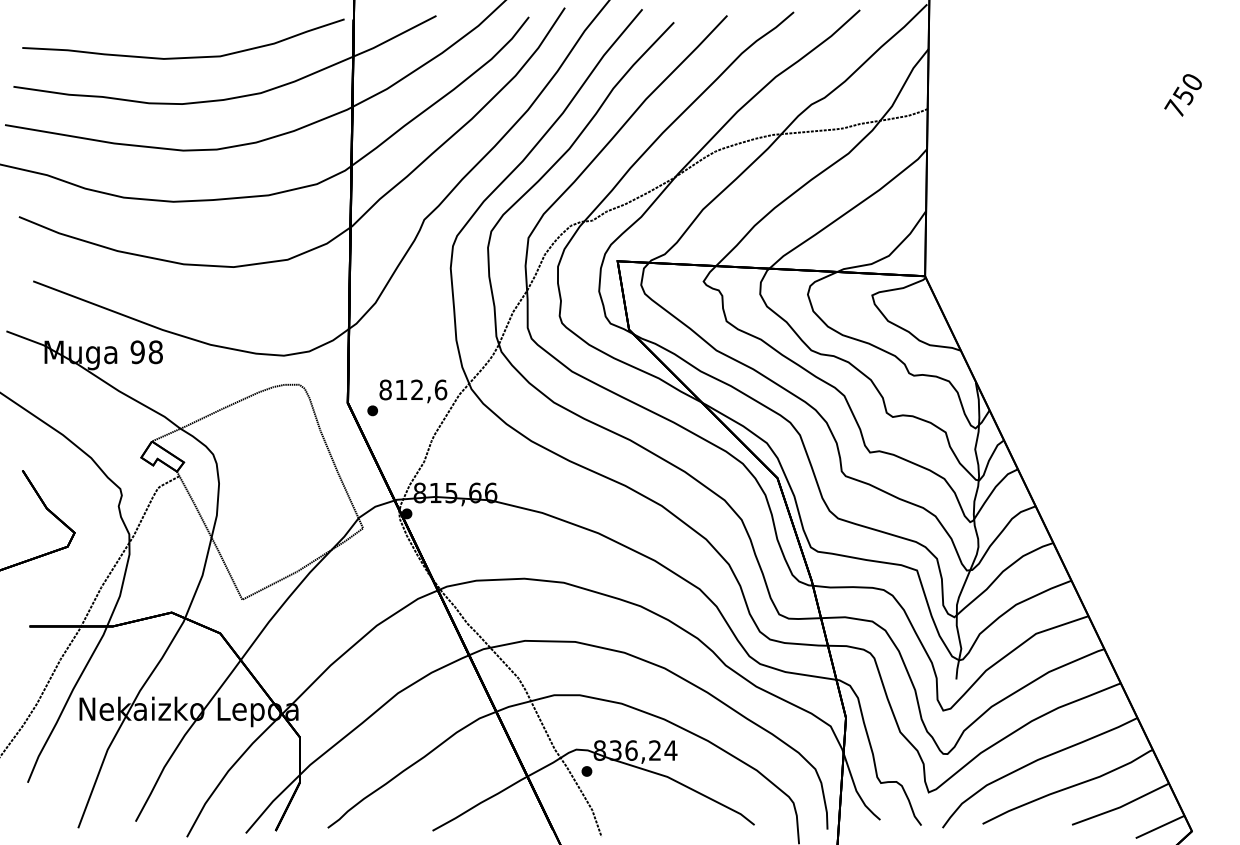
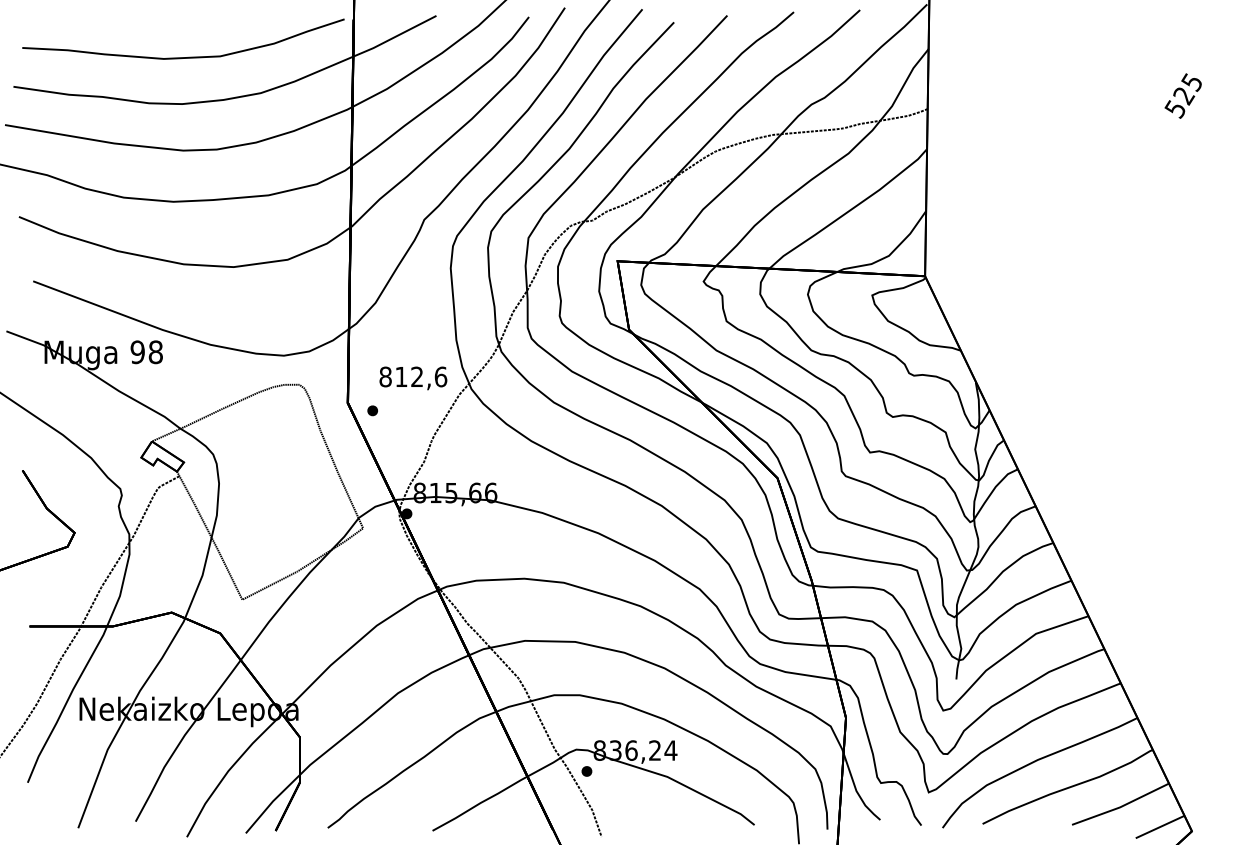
text at (1182, 95): 750 -> 525
text at (413, 391) position: (413, 391) -> (413, 378)
